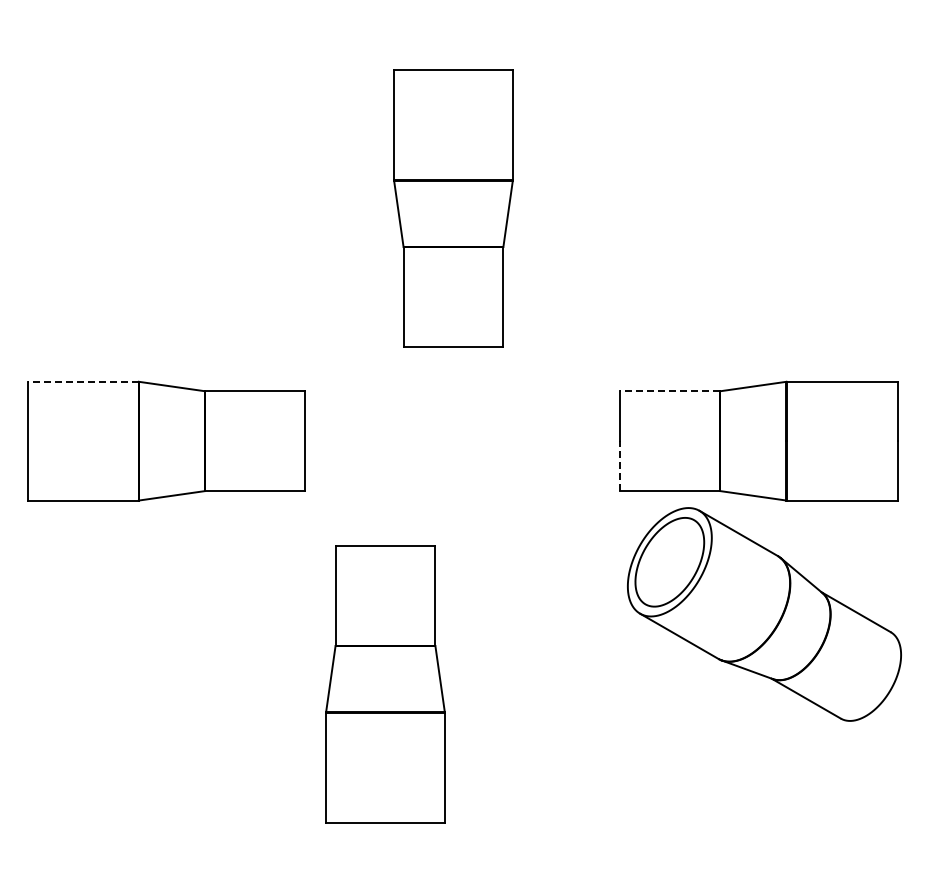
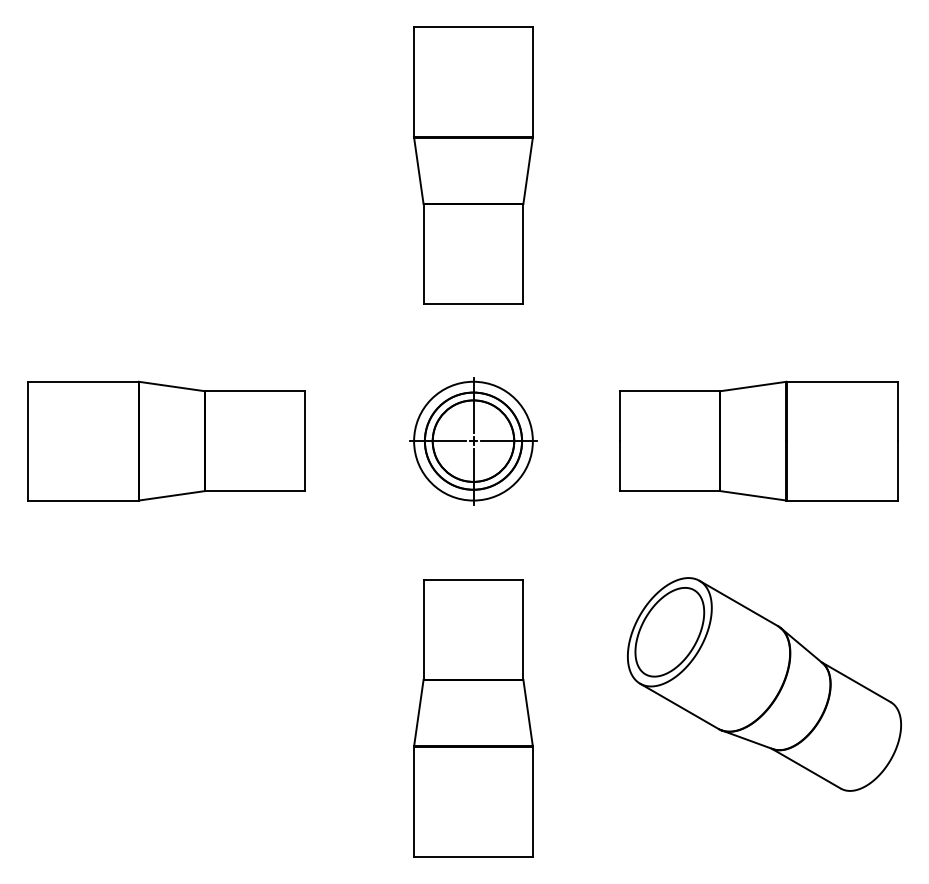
part at (453, 208) position: (453, 208) -> (473, 165)
line at (82, 381): dashed -> solid
line at (670, 391): dashed -> solid
part at (473, 441): none -> present
line at (620, 466): dashed -> solid
part at (764, 614) position: (764, 614) -> (764, 684)
part at (385, 684) position: (385, 684) -> (473, 718)
